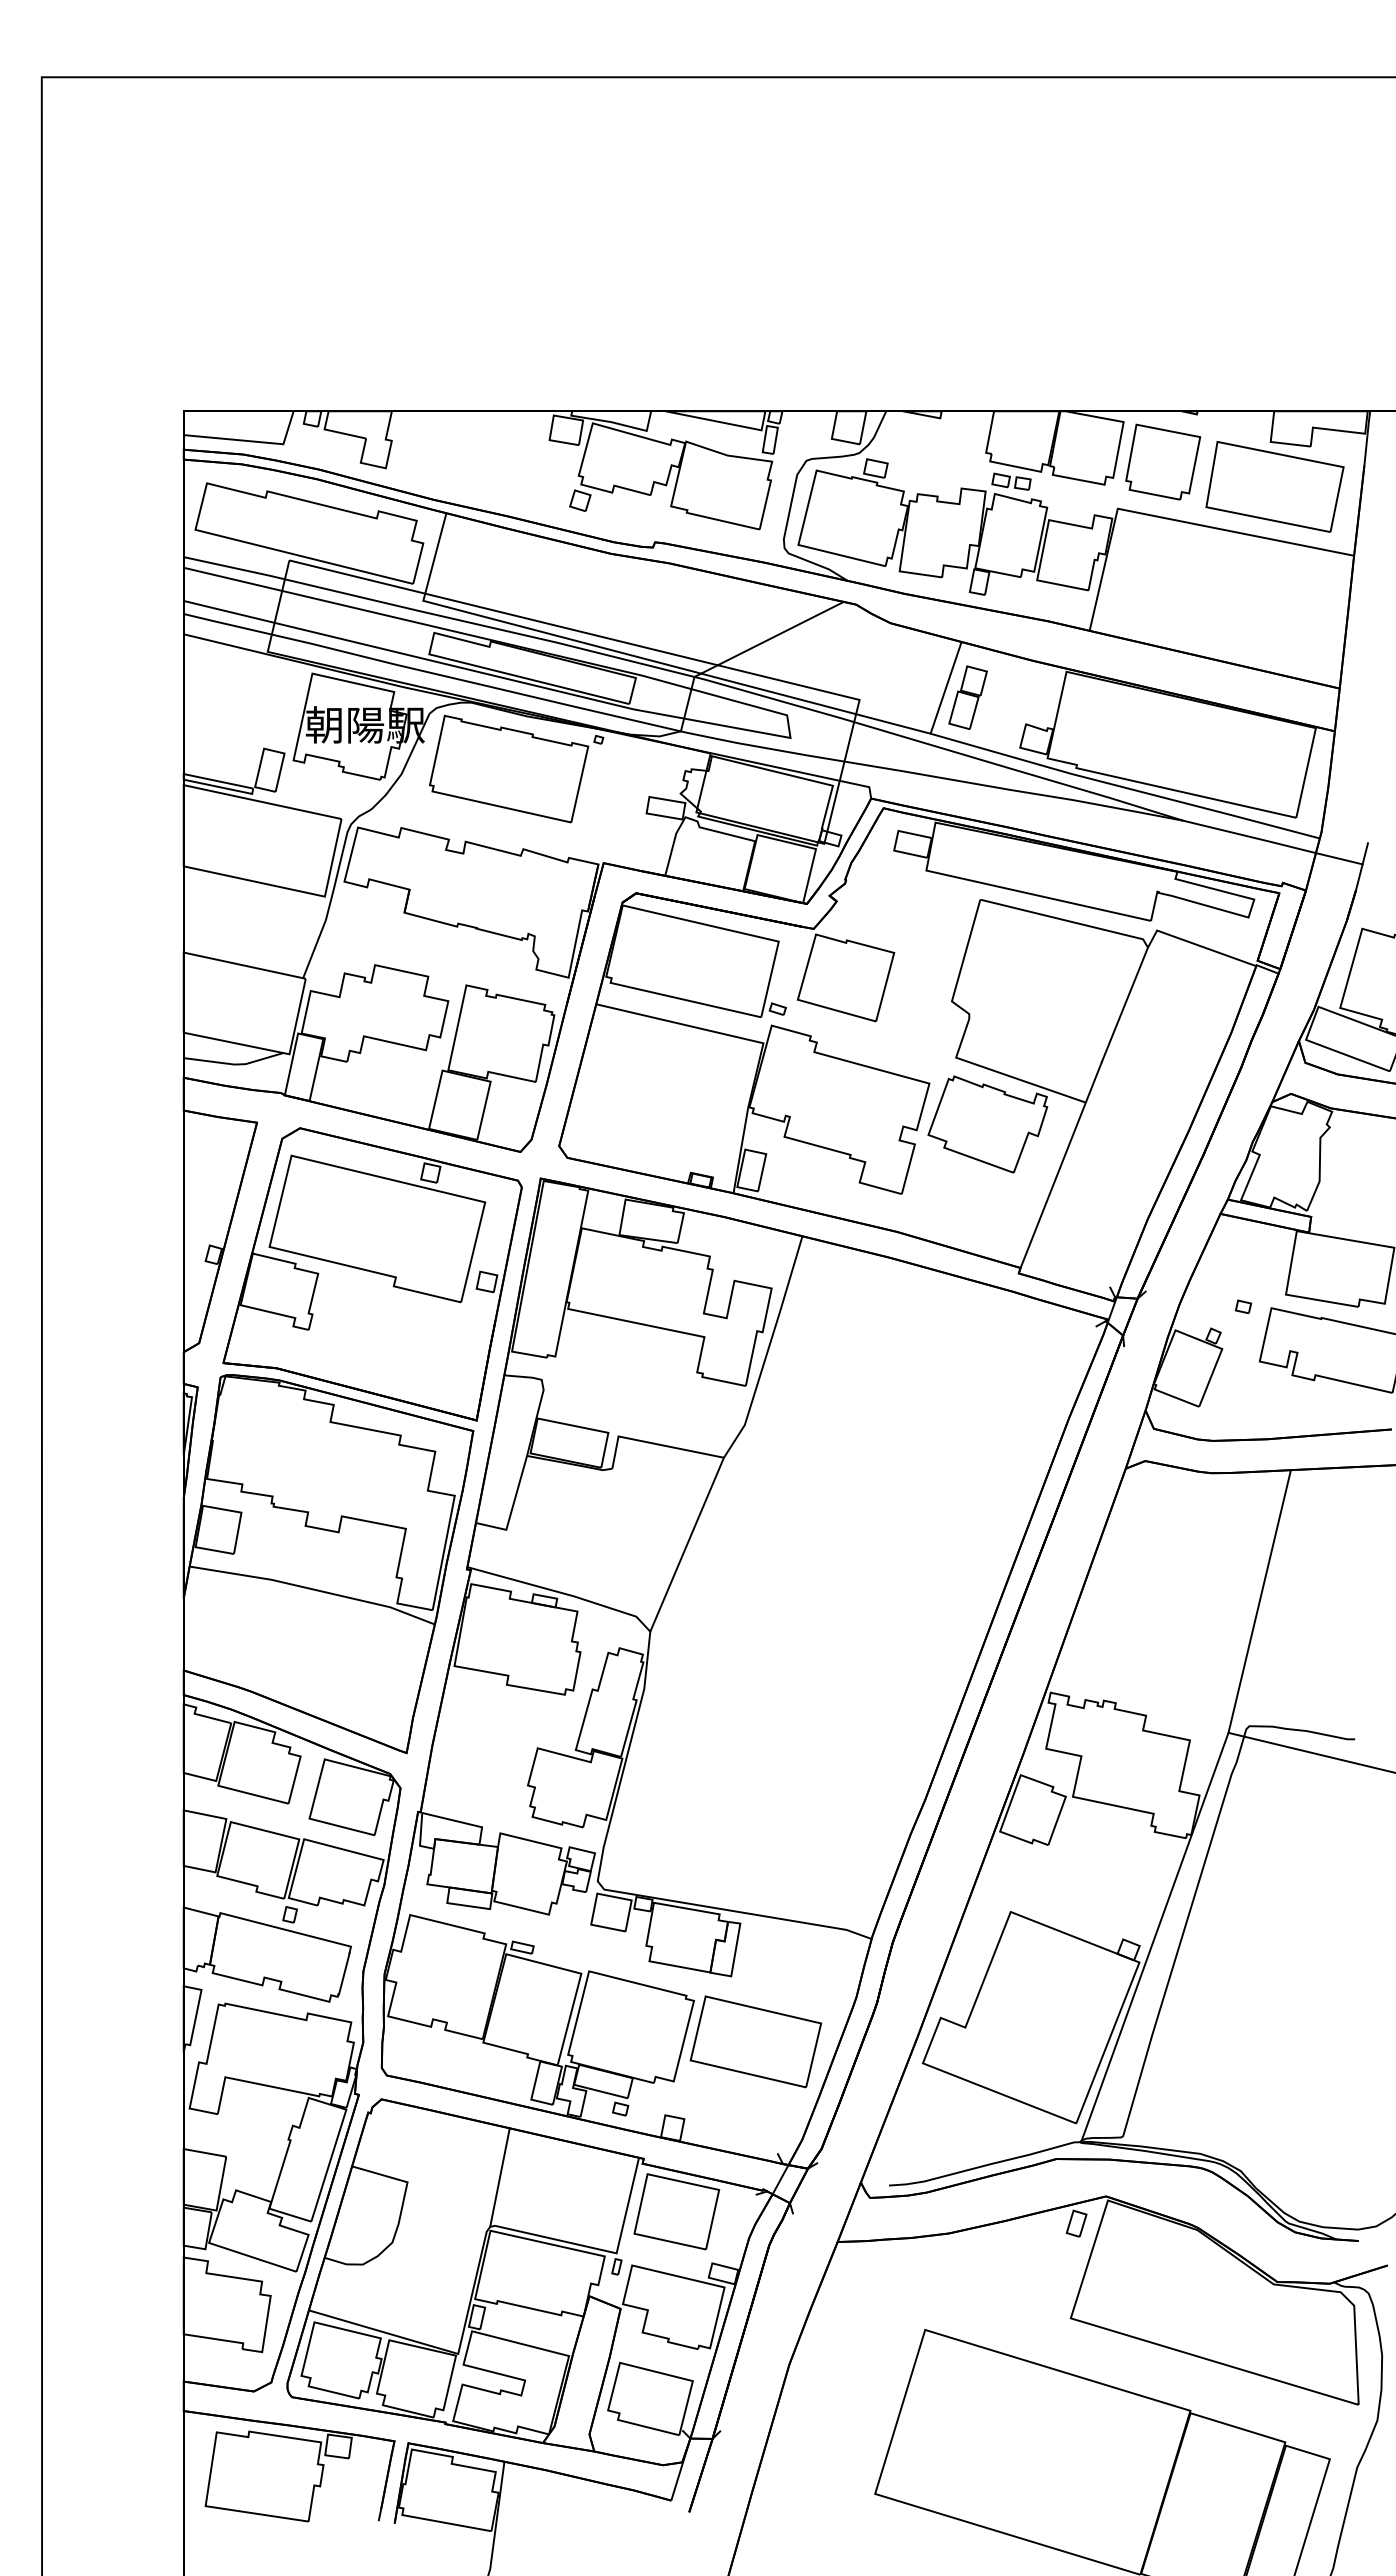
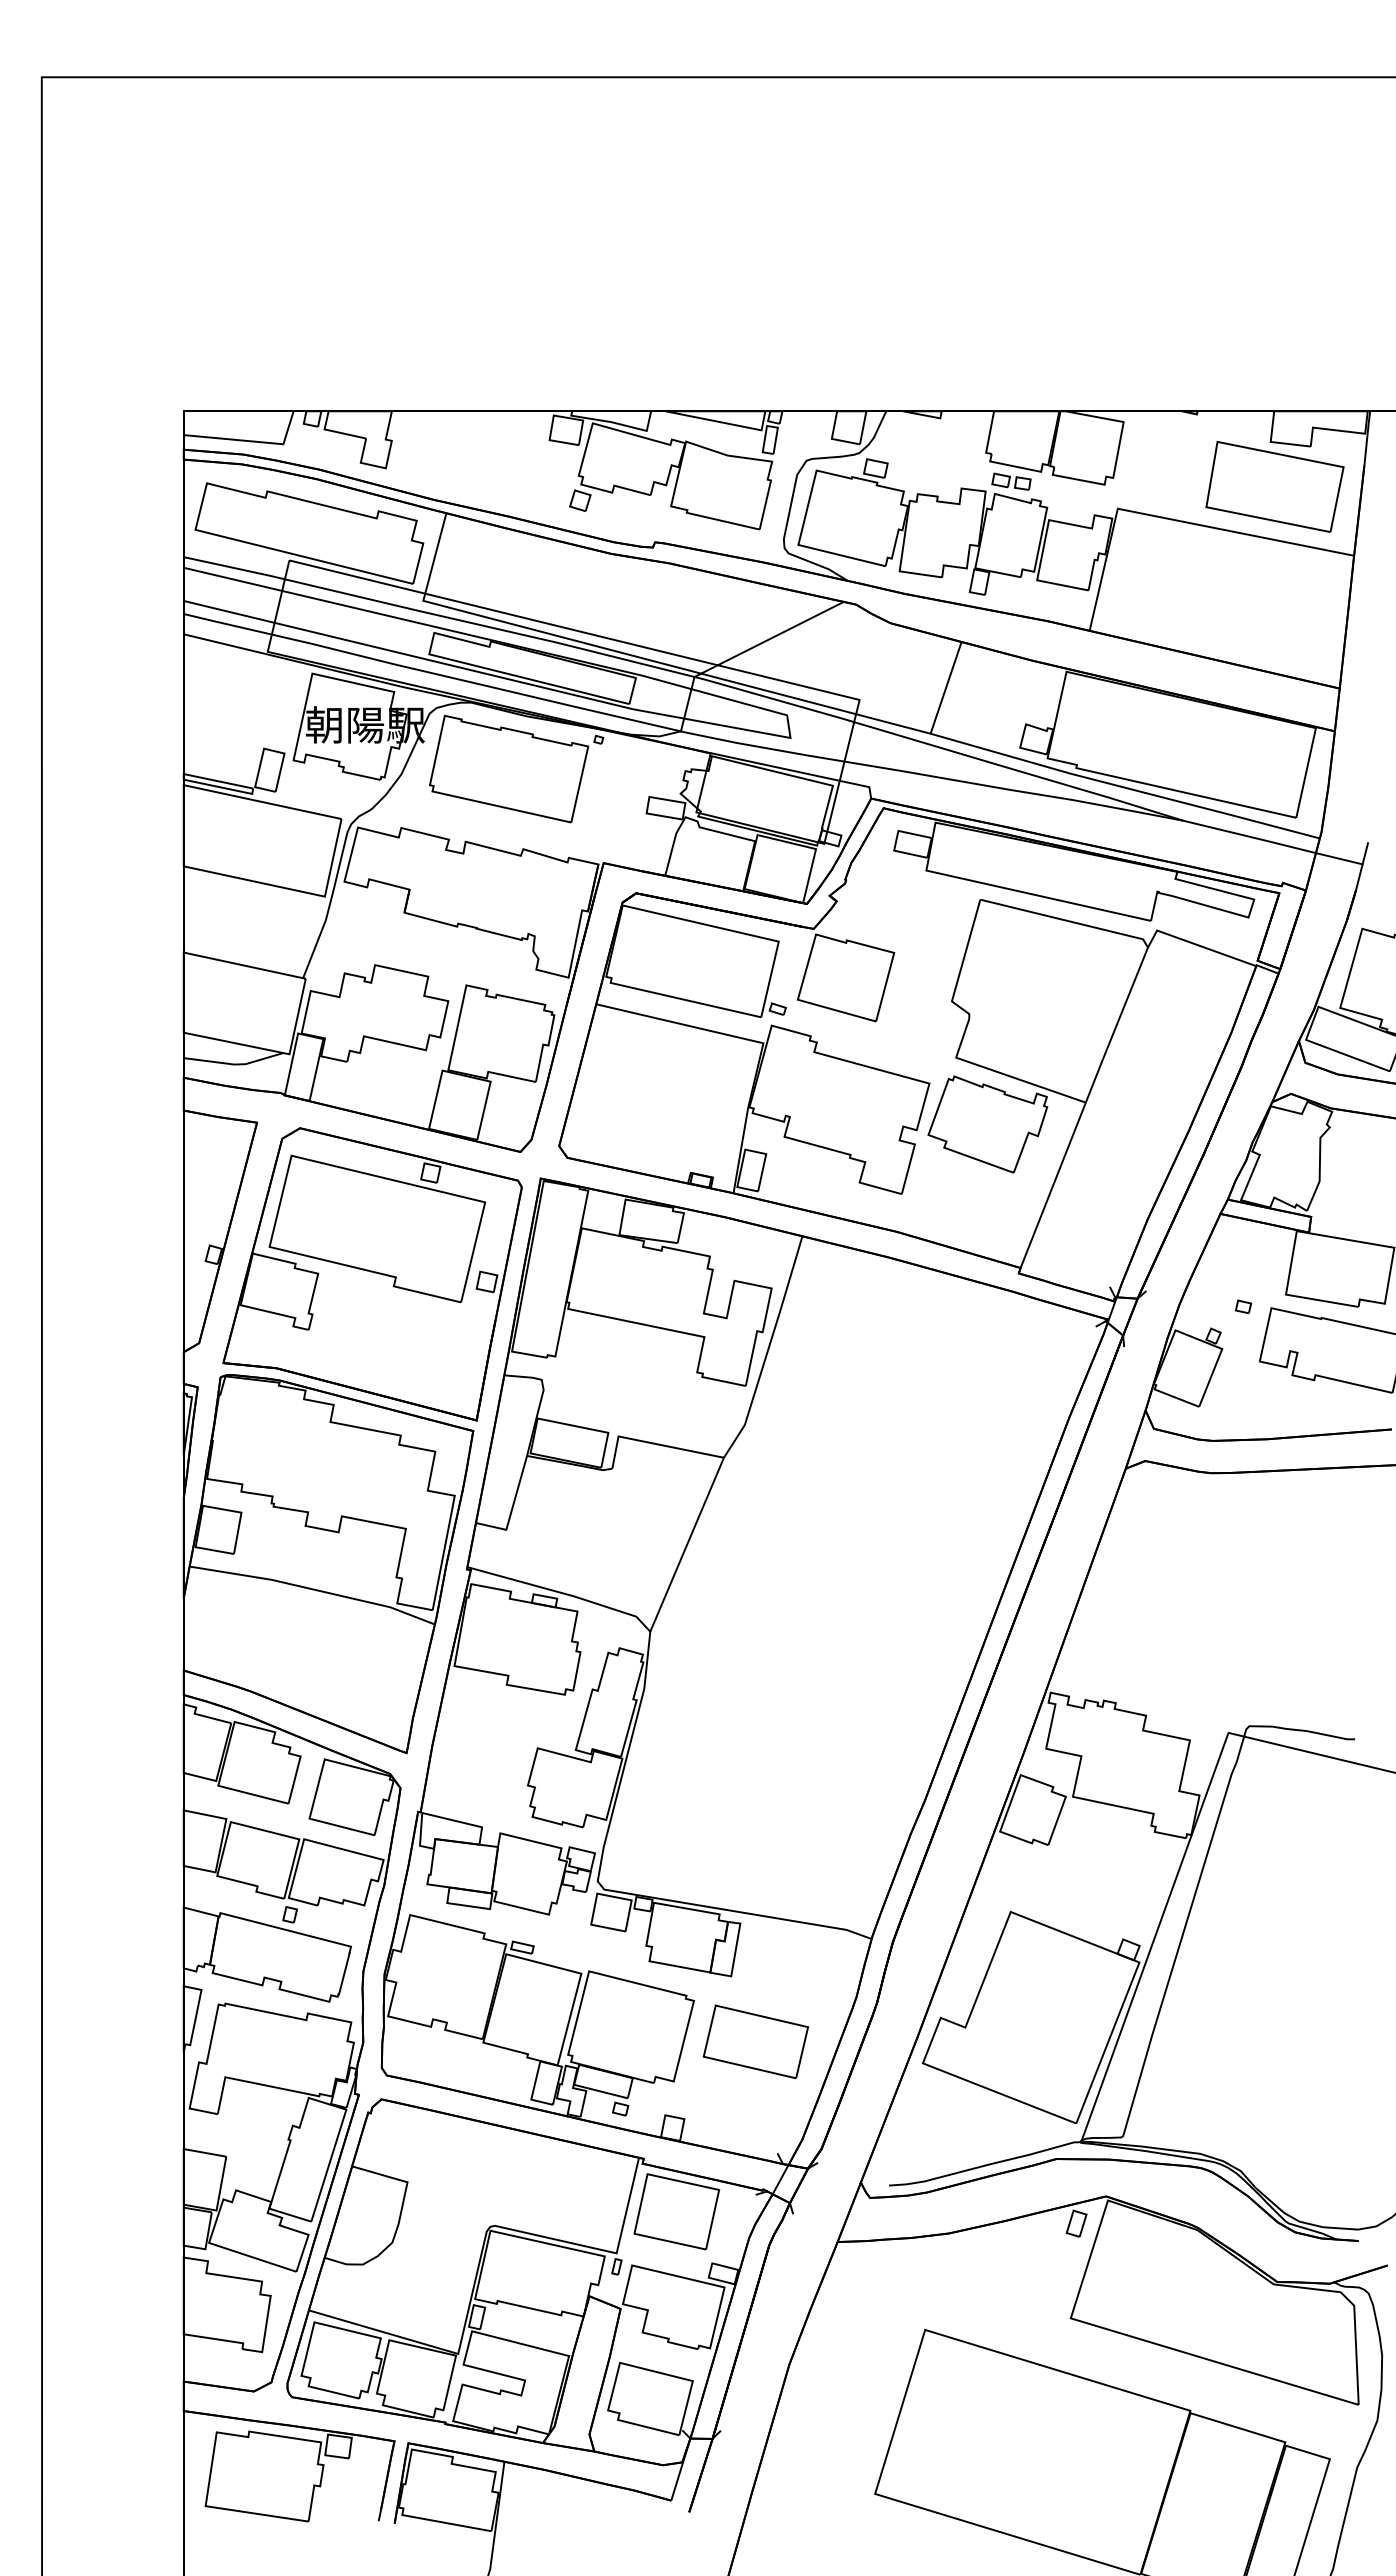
part at (1163, 461): present -> none
part at (967, 697): present -> none
line at (1259, 1601): present -> none
part at (755, 2041) size: 134x94 px -> 108x76 px
line at (499, 2177): present -> none
